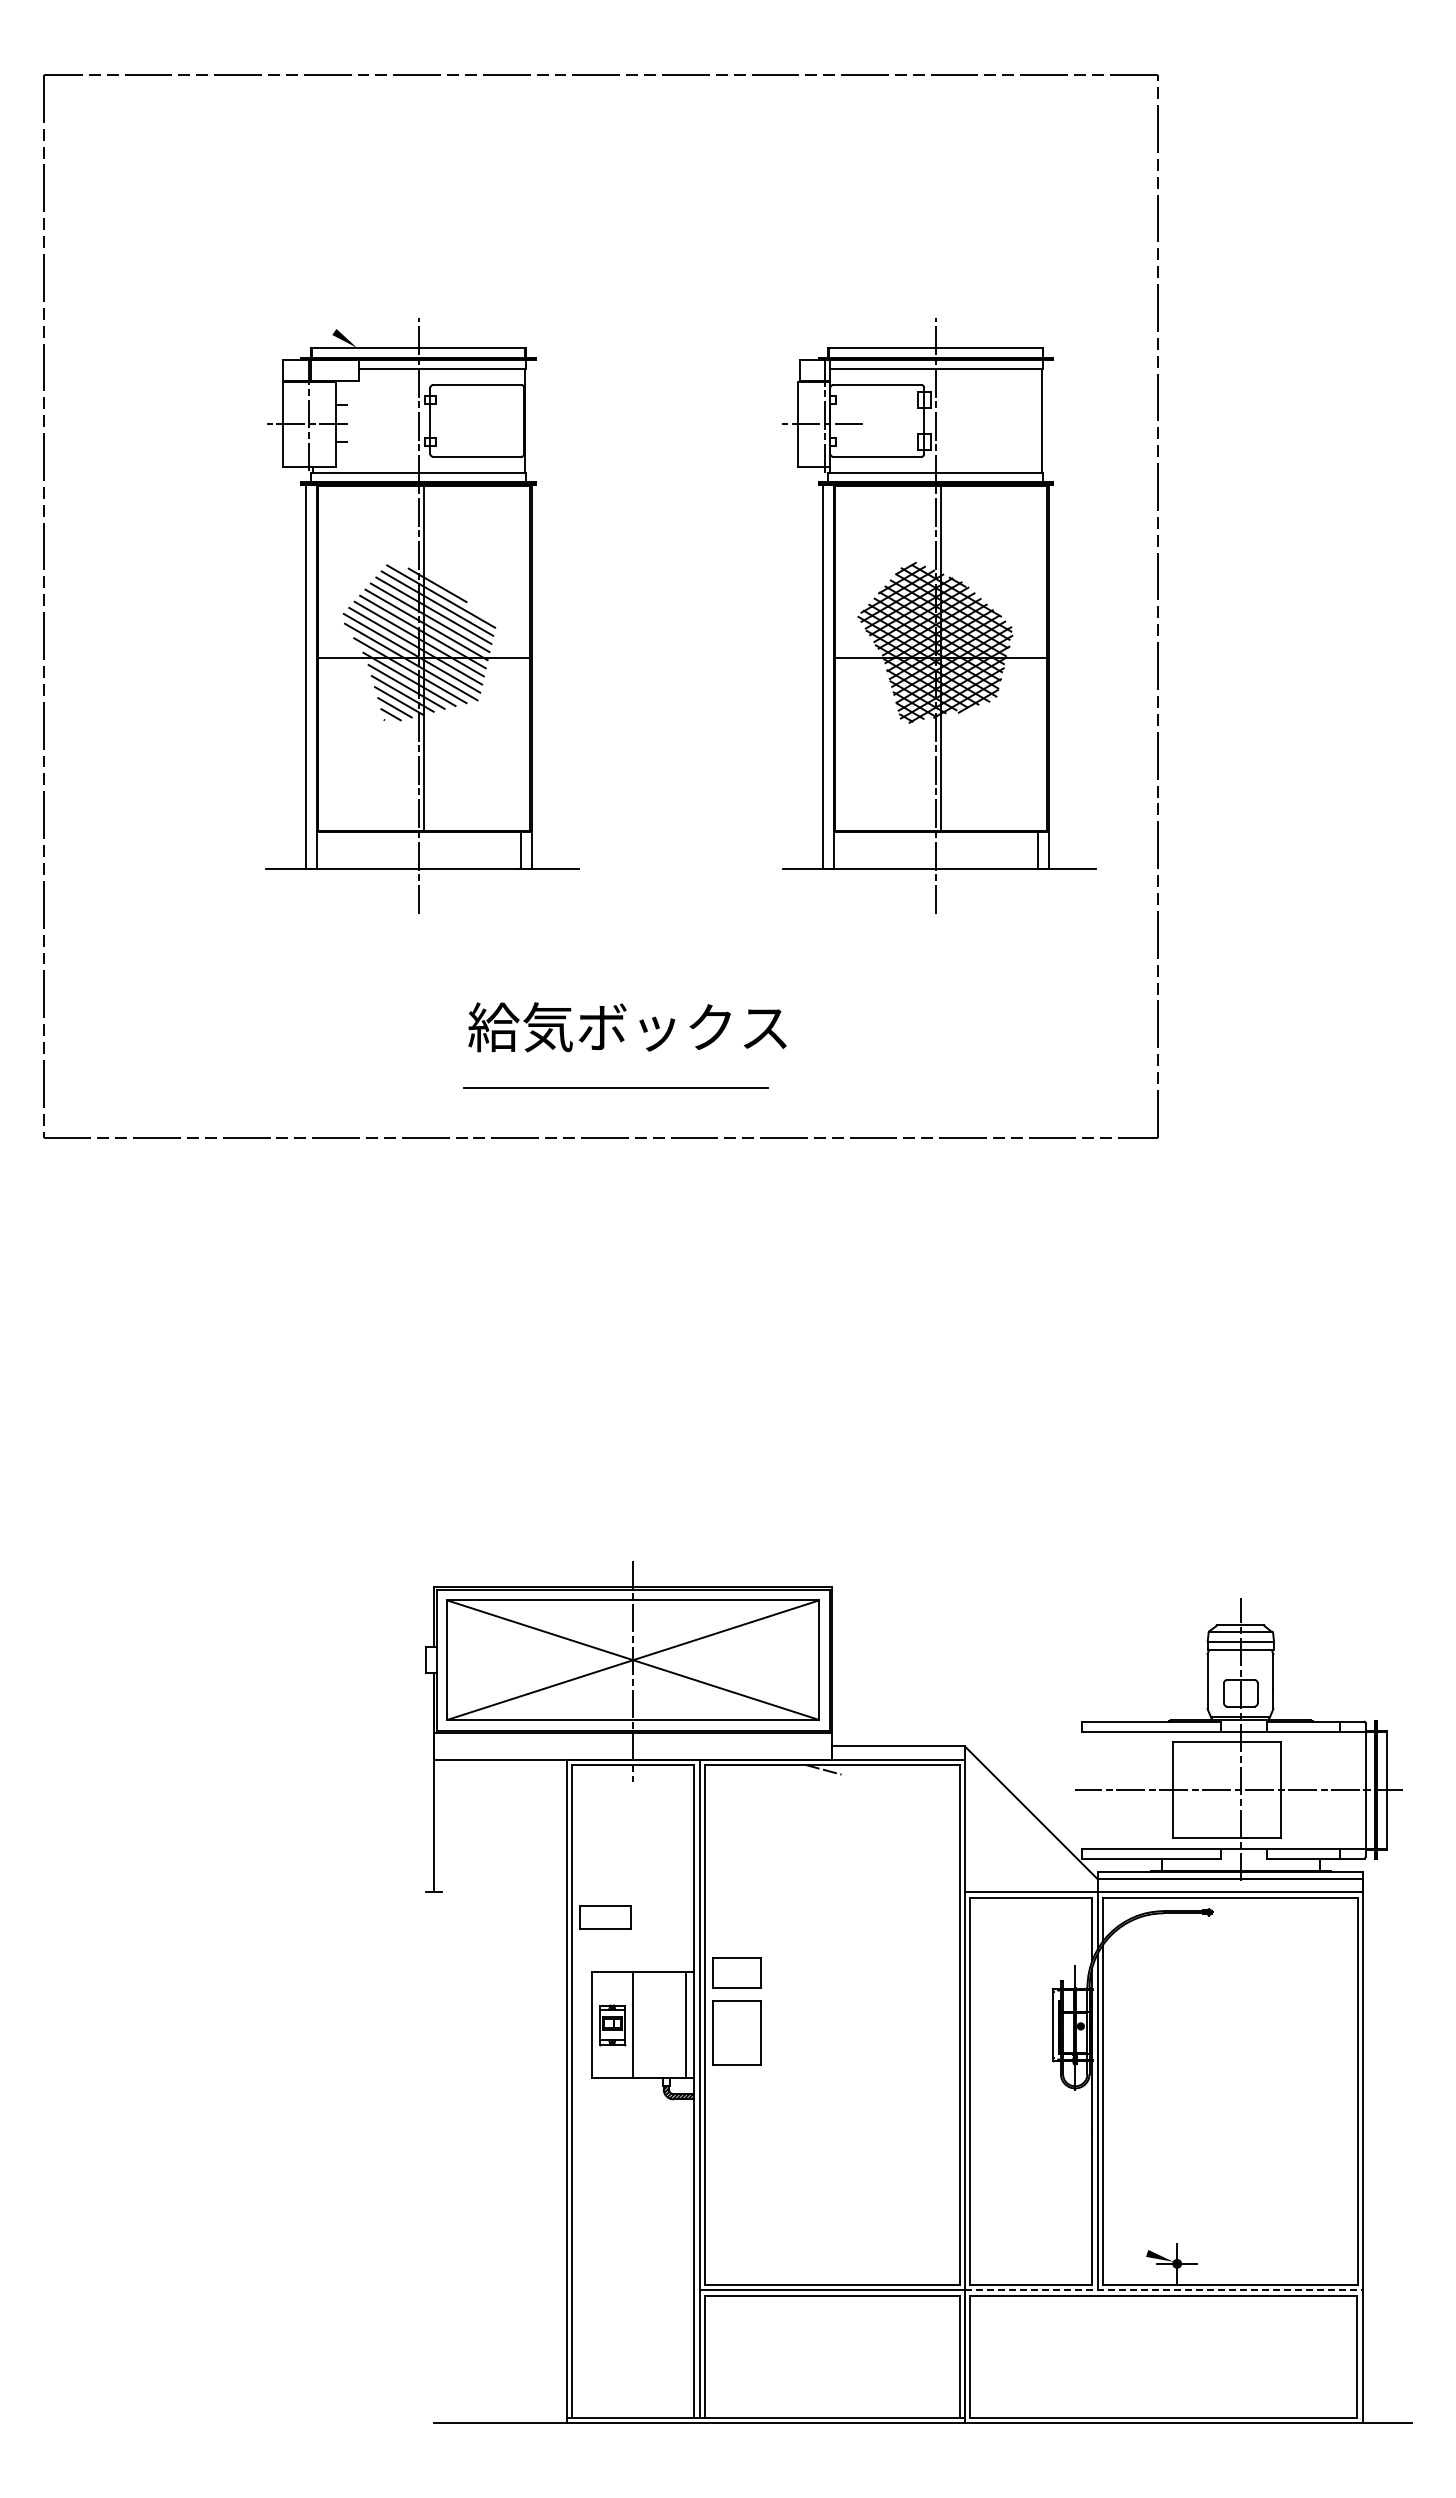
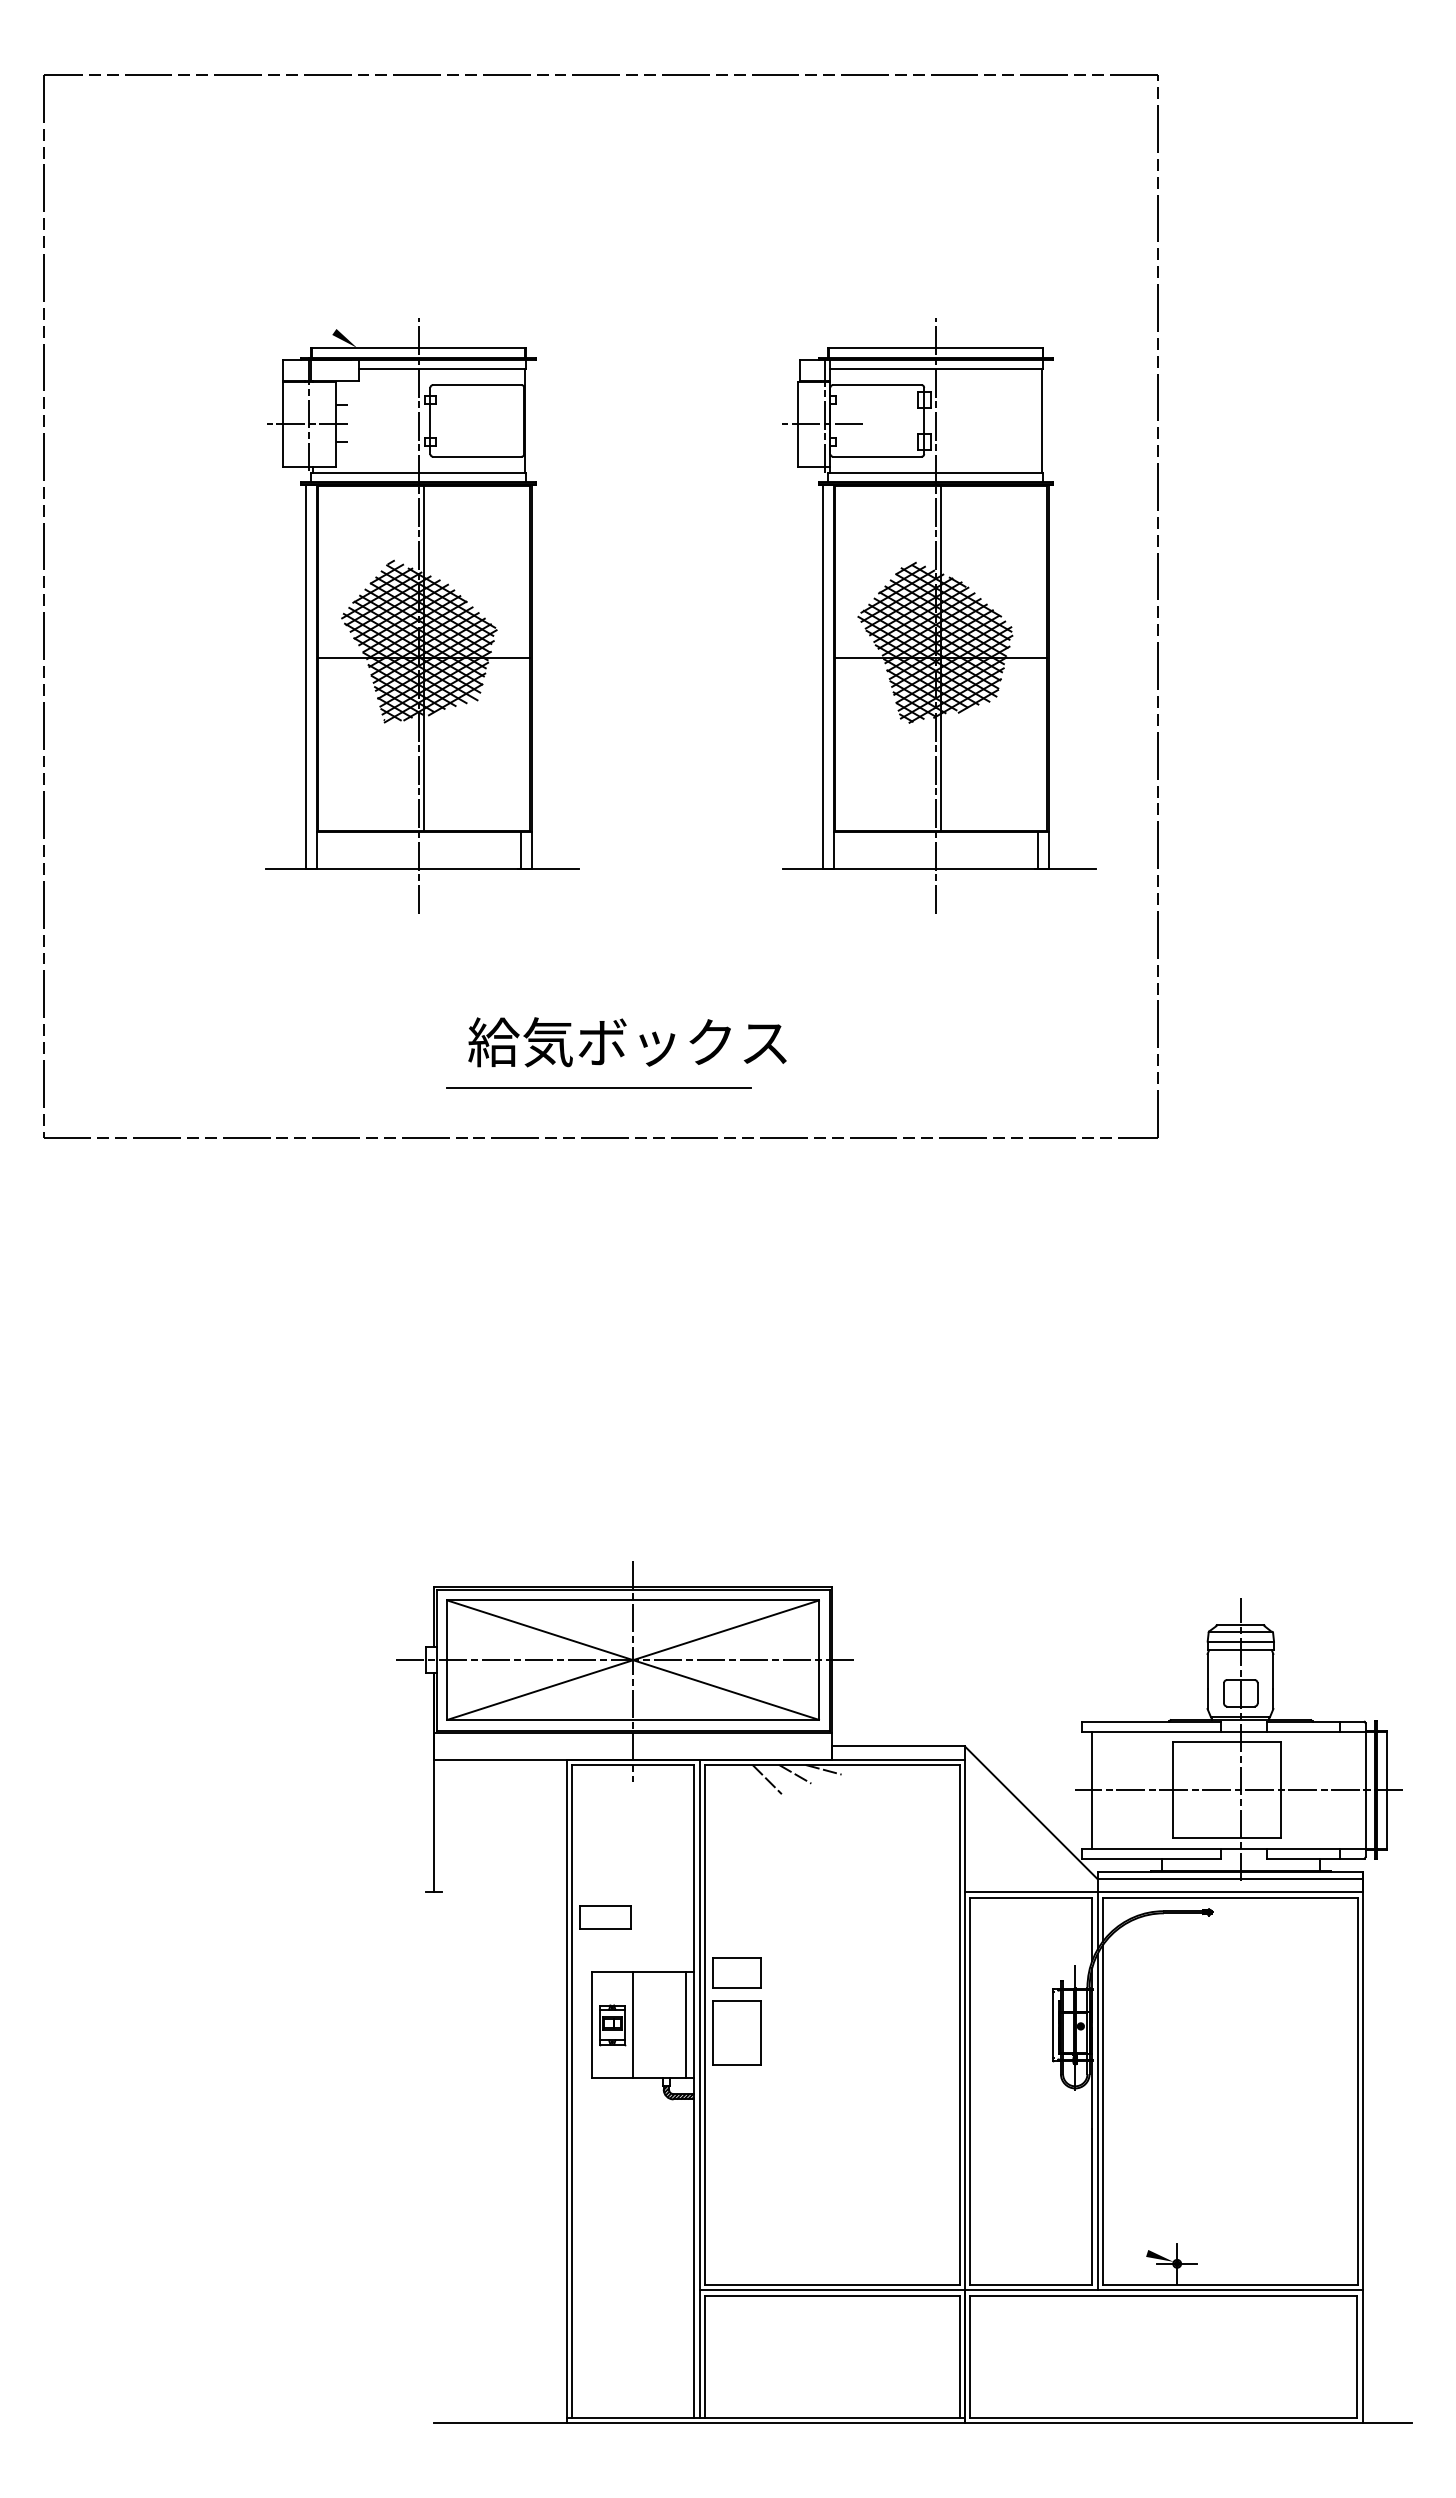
hatch at (419, 641): none -> present
text at (627, 1027) position: (627, 1027) -> (627, 1042)
line at (615, 1087) position: (615, 1087) -> (598, 1087)
line at (624, 1660): none -> present
line at (795, 1774): none -> present
line at (766, 1779): none -> present
line at (1092, 1789): none -> present
line at (1164, 2290): dashed -> solid
